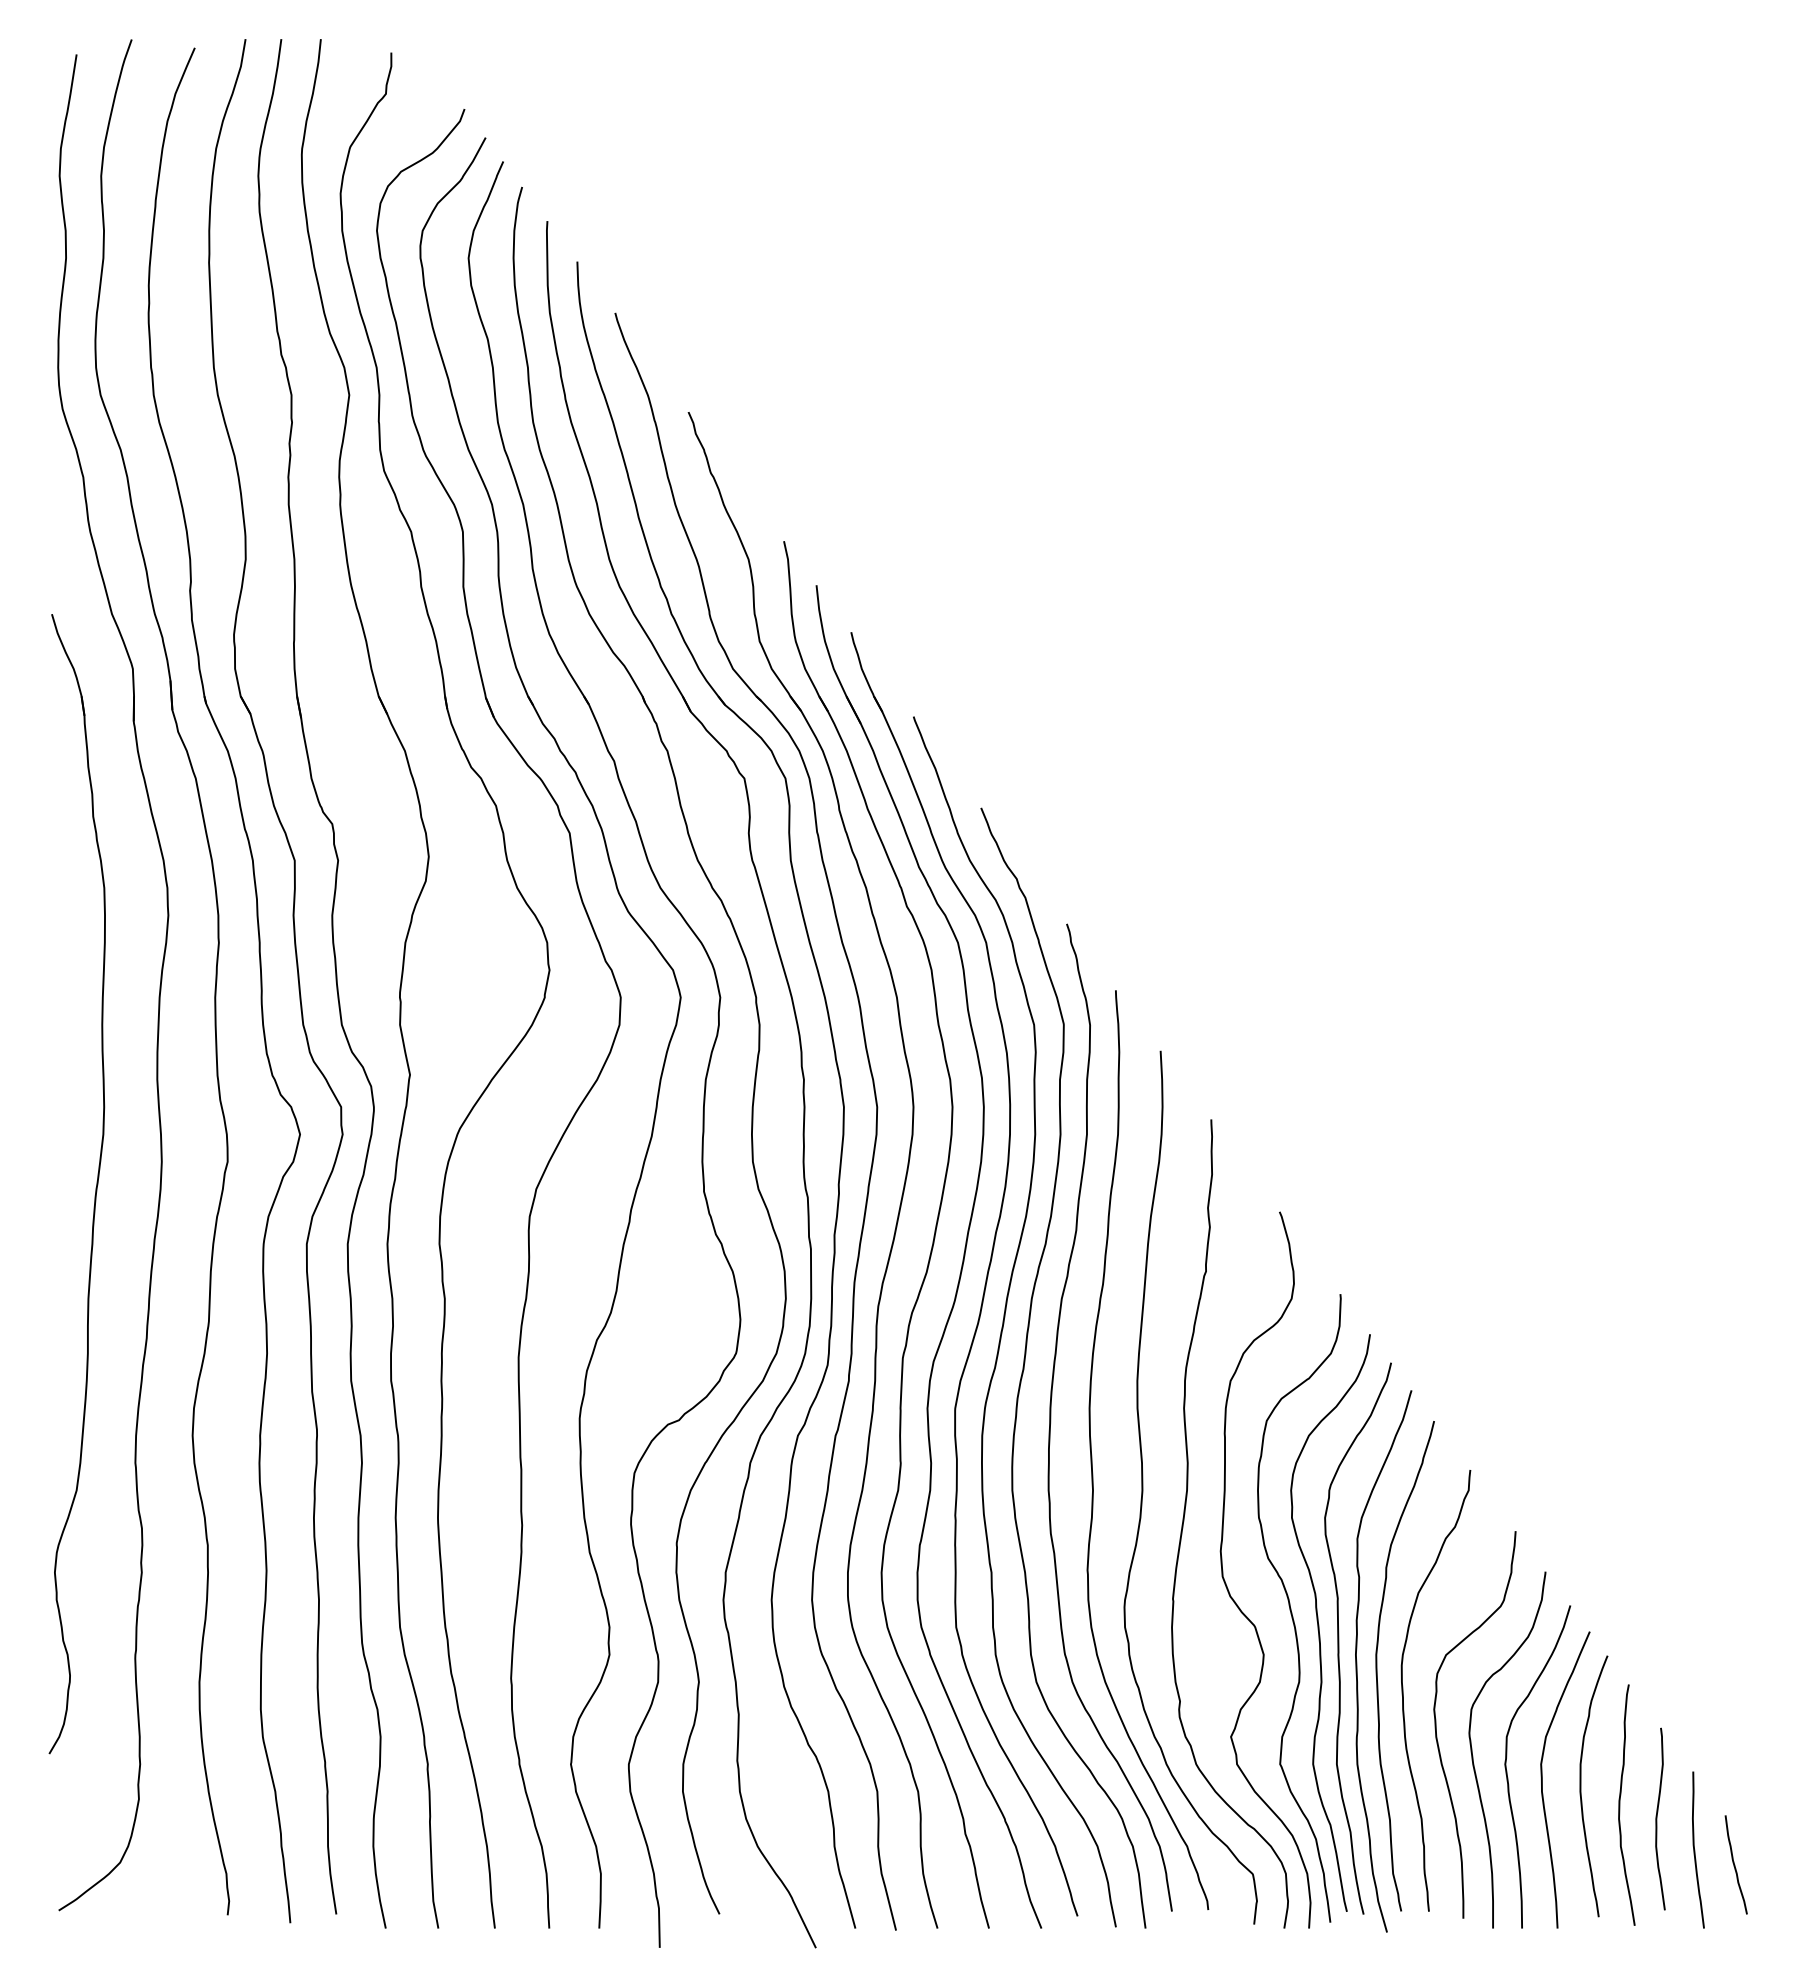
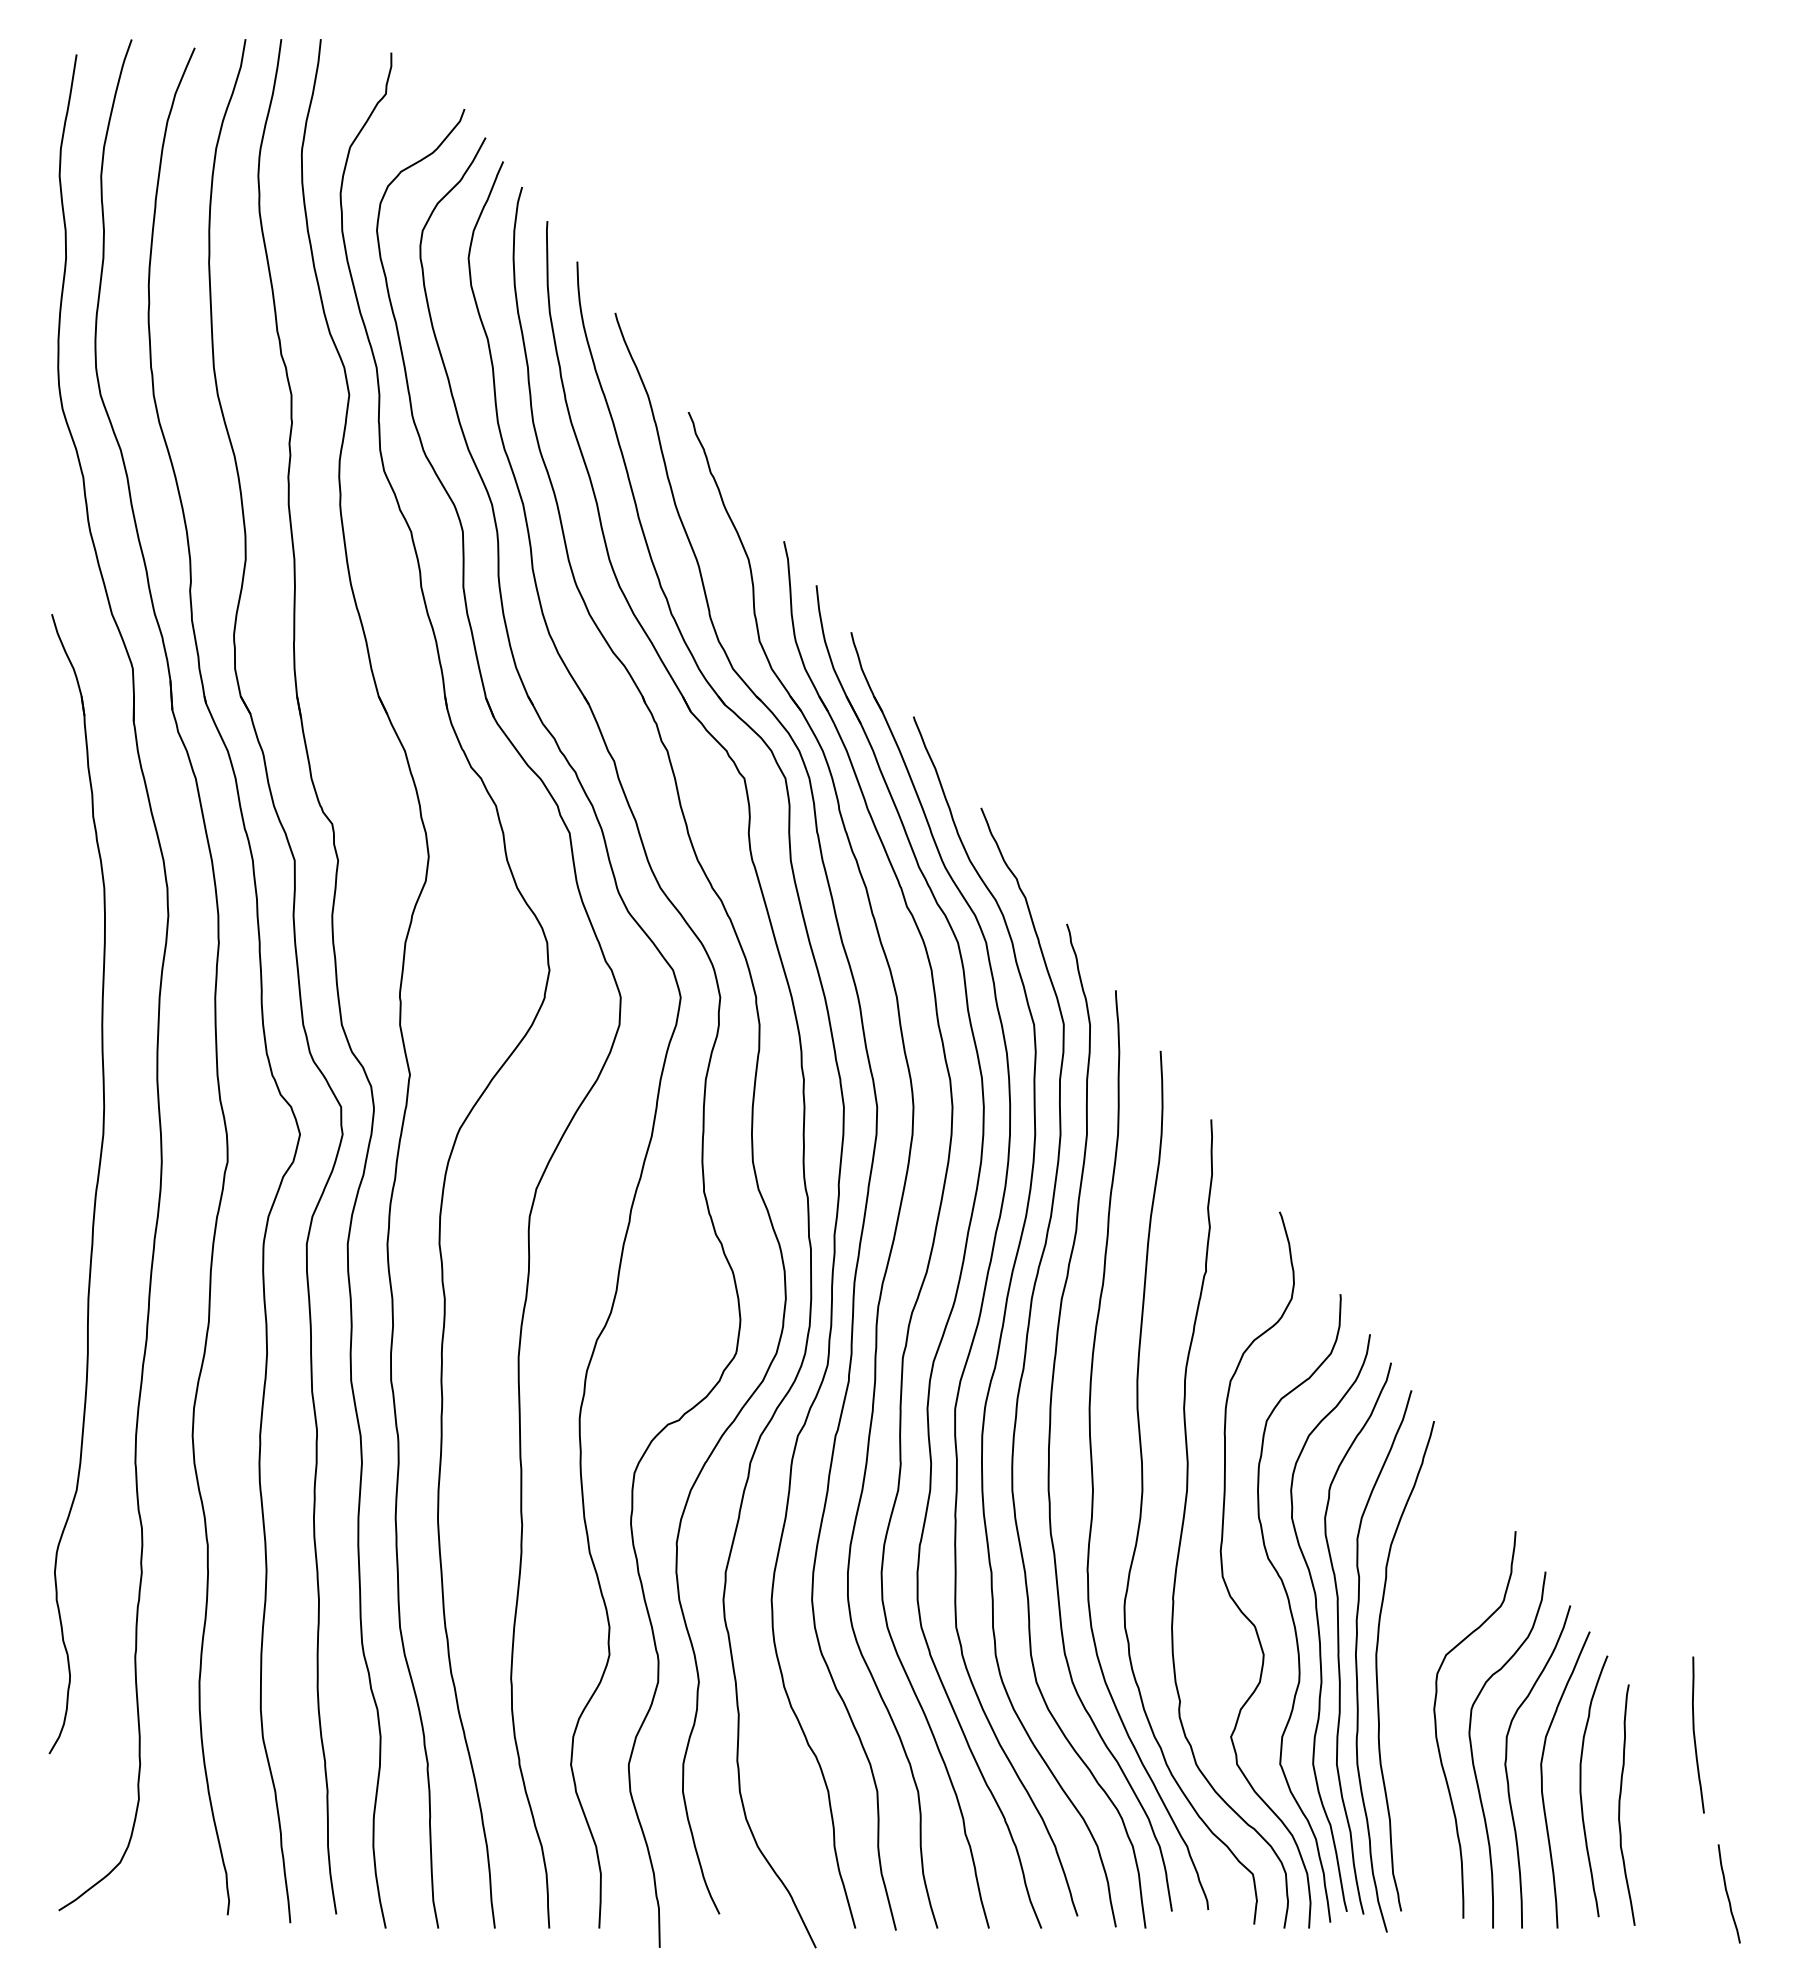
curve at (1403, 1690): present -> none
curve at (1657, 1818): present -> none
curve at (1695, 1849) position: (1695, 1849) -> (1695, 1734)
curve at (1734, 1864) position: (1734, 1864) -> (1727, 1893)
